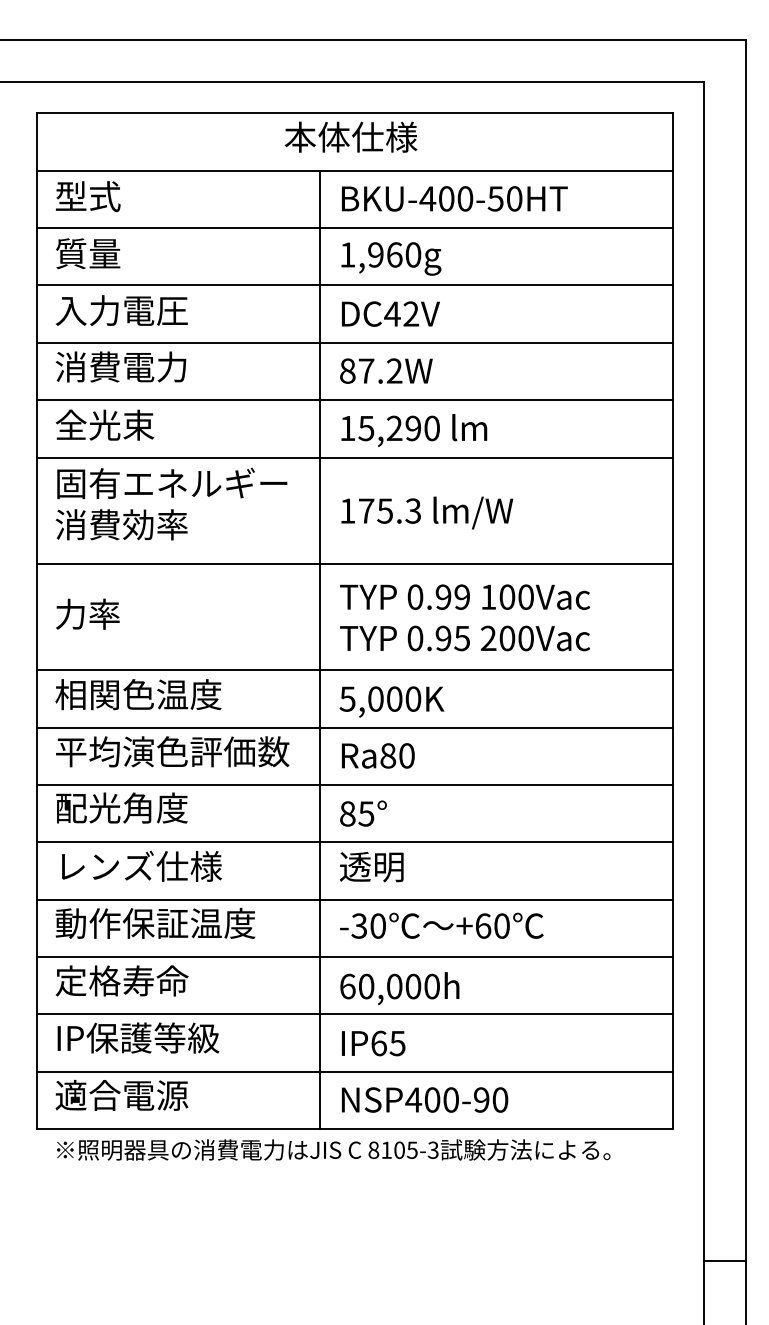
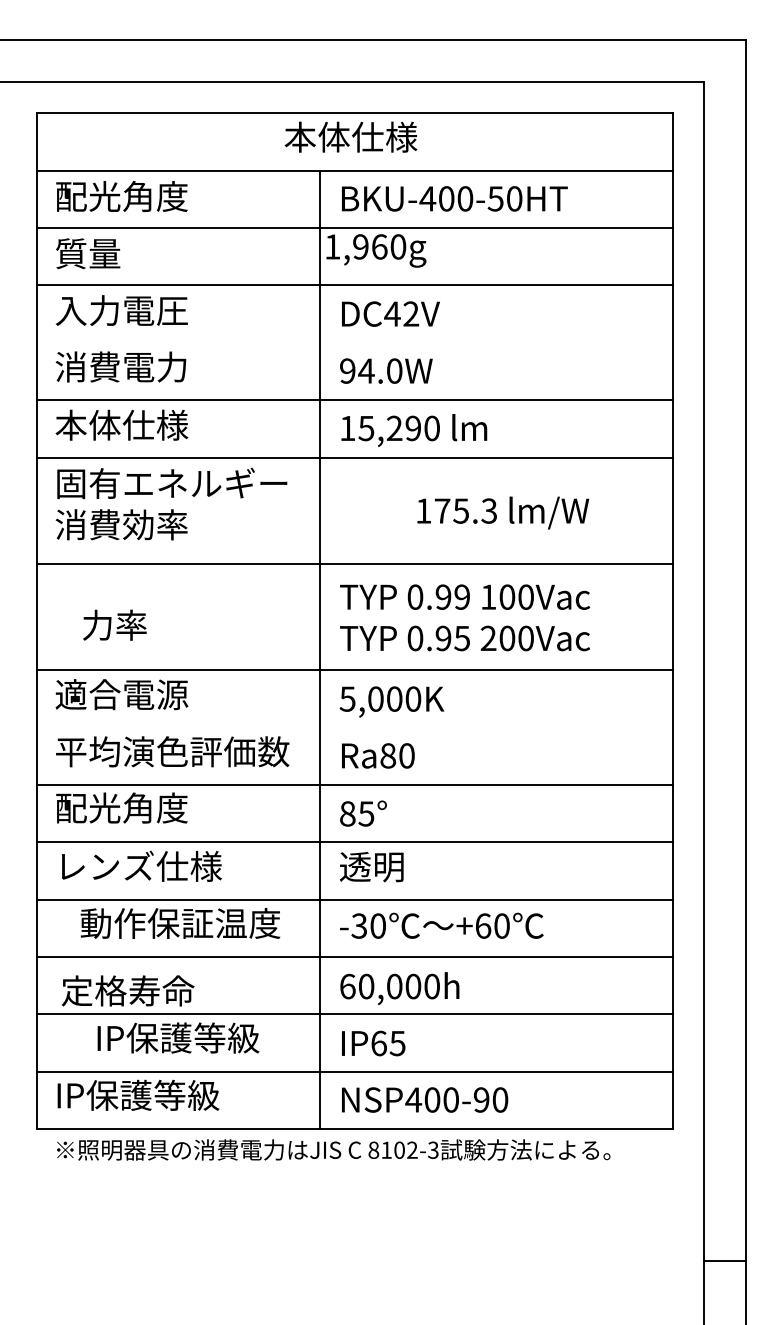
text at (121, 196): 型式 -> 配光角度
text at (391, 258) position: (391, 258) -> (376, 250)
line at (354, 342): present -> none
text at (371, 370): 87.2W -> 94.0W
text at (121, 424): 全光束 -> 本体仕様
text at (427, 512) position: (427, 512) -> (503, 512)
text at (87, 613) position: (87, 613) -> (114, 624)
text at (138, 694): 相関色温度 -> 適合電源
line at (354, 727): present -> none
text at (155, 923) position: (155, 923) -> (180, 923)
text at (121, 980) position: (121, 980) -> (127, 990)
text at (138, 1037) position: (138, 1037) -> (178, 1037)
text at (137, 1094): 適合電源 -> IP保護等級
text at (412, 1149): 8105-3 -> 8102-3
